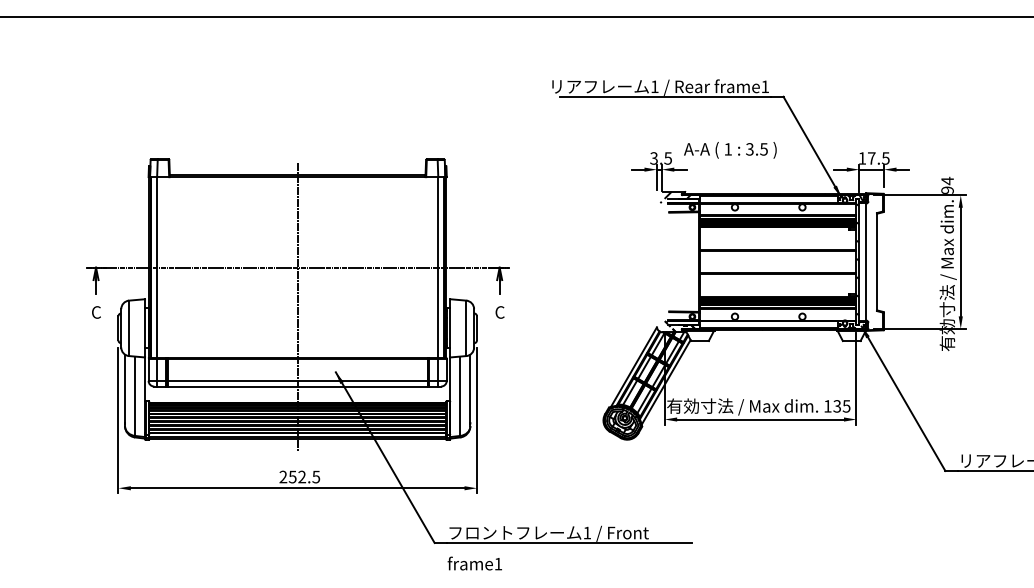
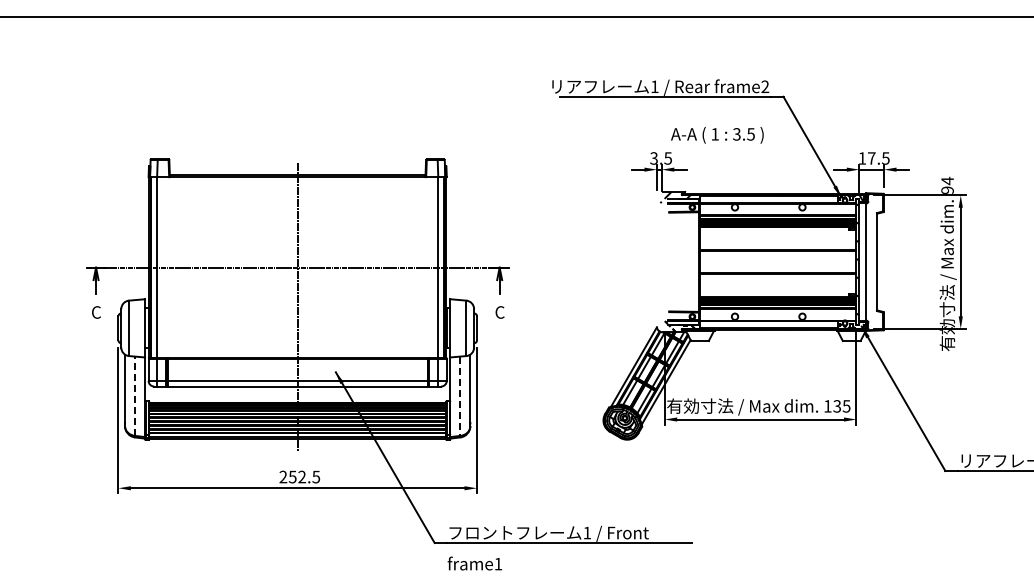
text at (765, 86): frame1 -> frame2
text at (730, 150) position: (730, 150) -> (717, 135)
line at (135, 396): solid -> dashed
line at (459, 396): solid -> dashed
